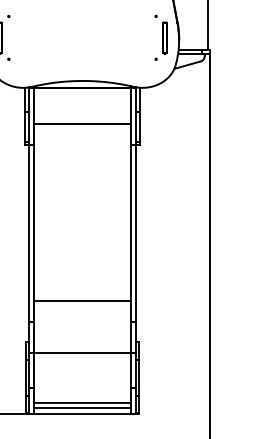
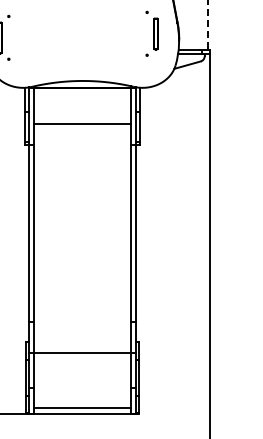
line at (208, 24): solid -> dashed
part at (160, 37) position: (160, 37) -> (151, 33)
line at (82, 301): present -> none
line at (82, 402): present -> none
